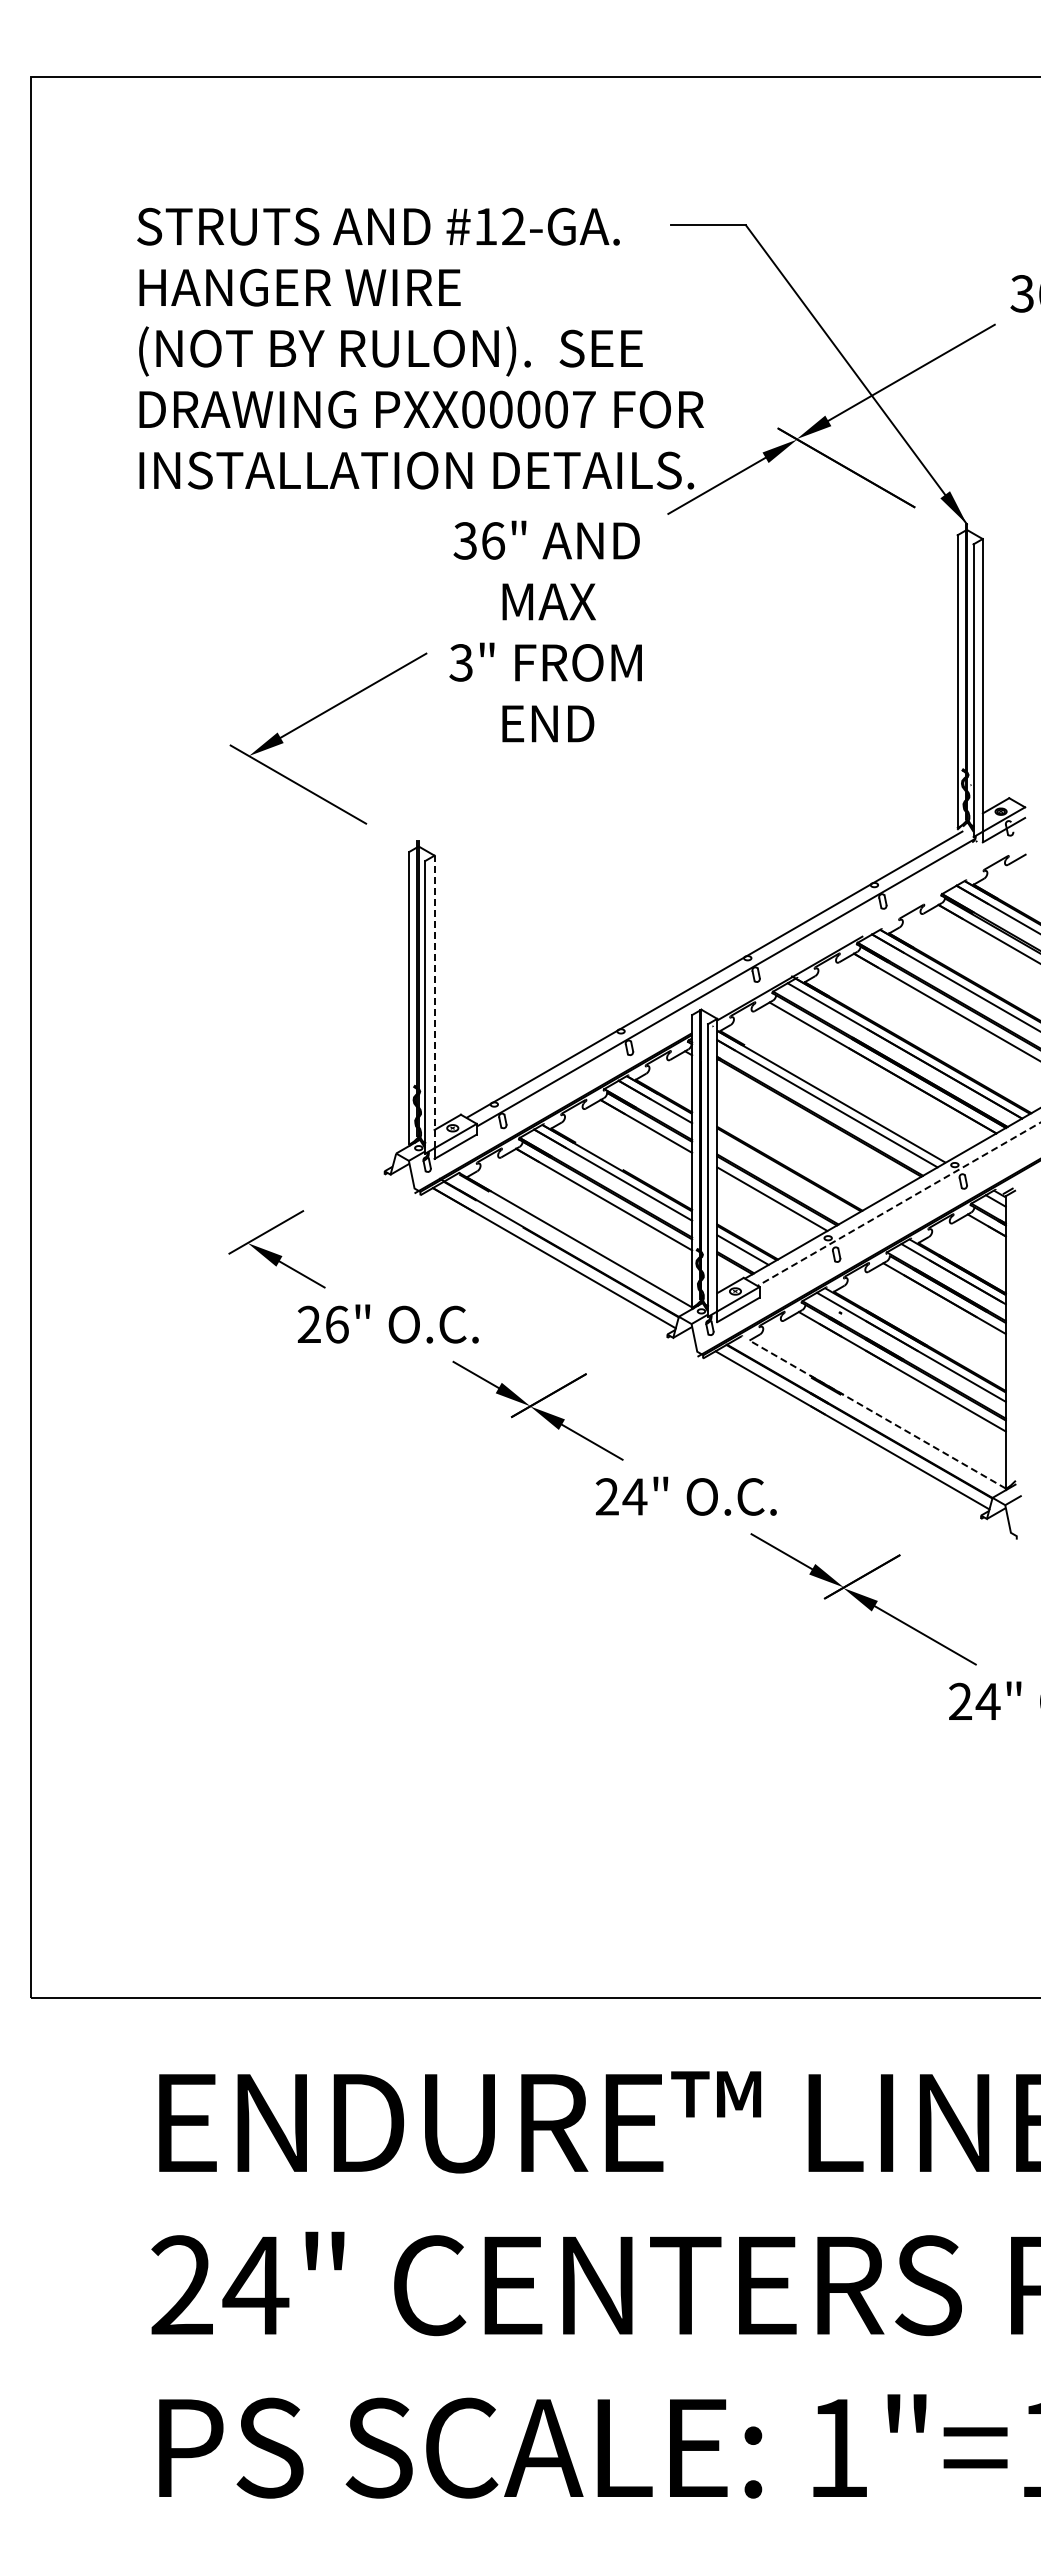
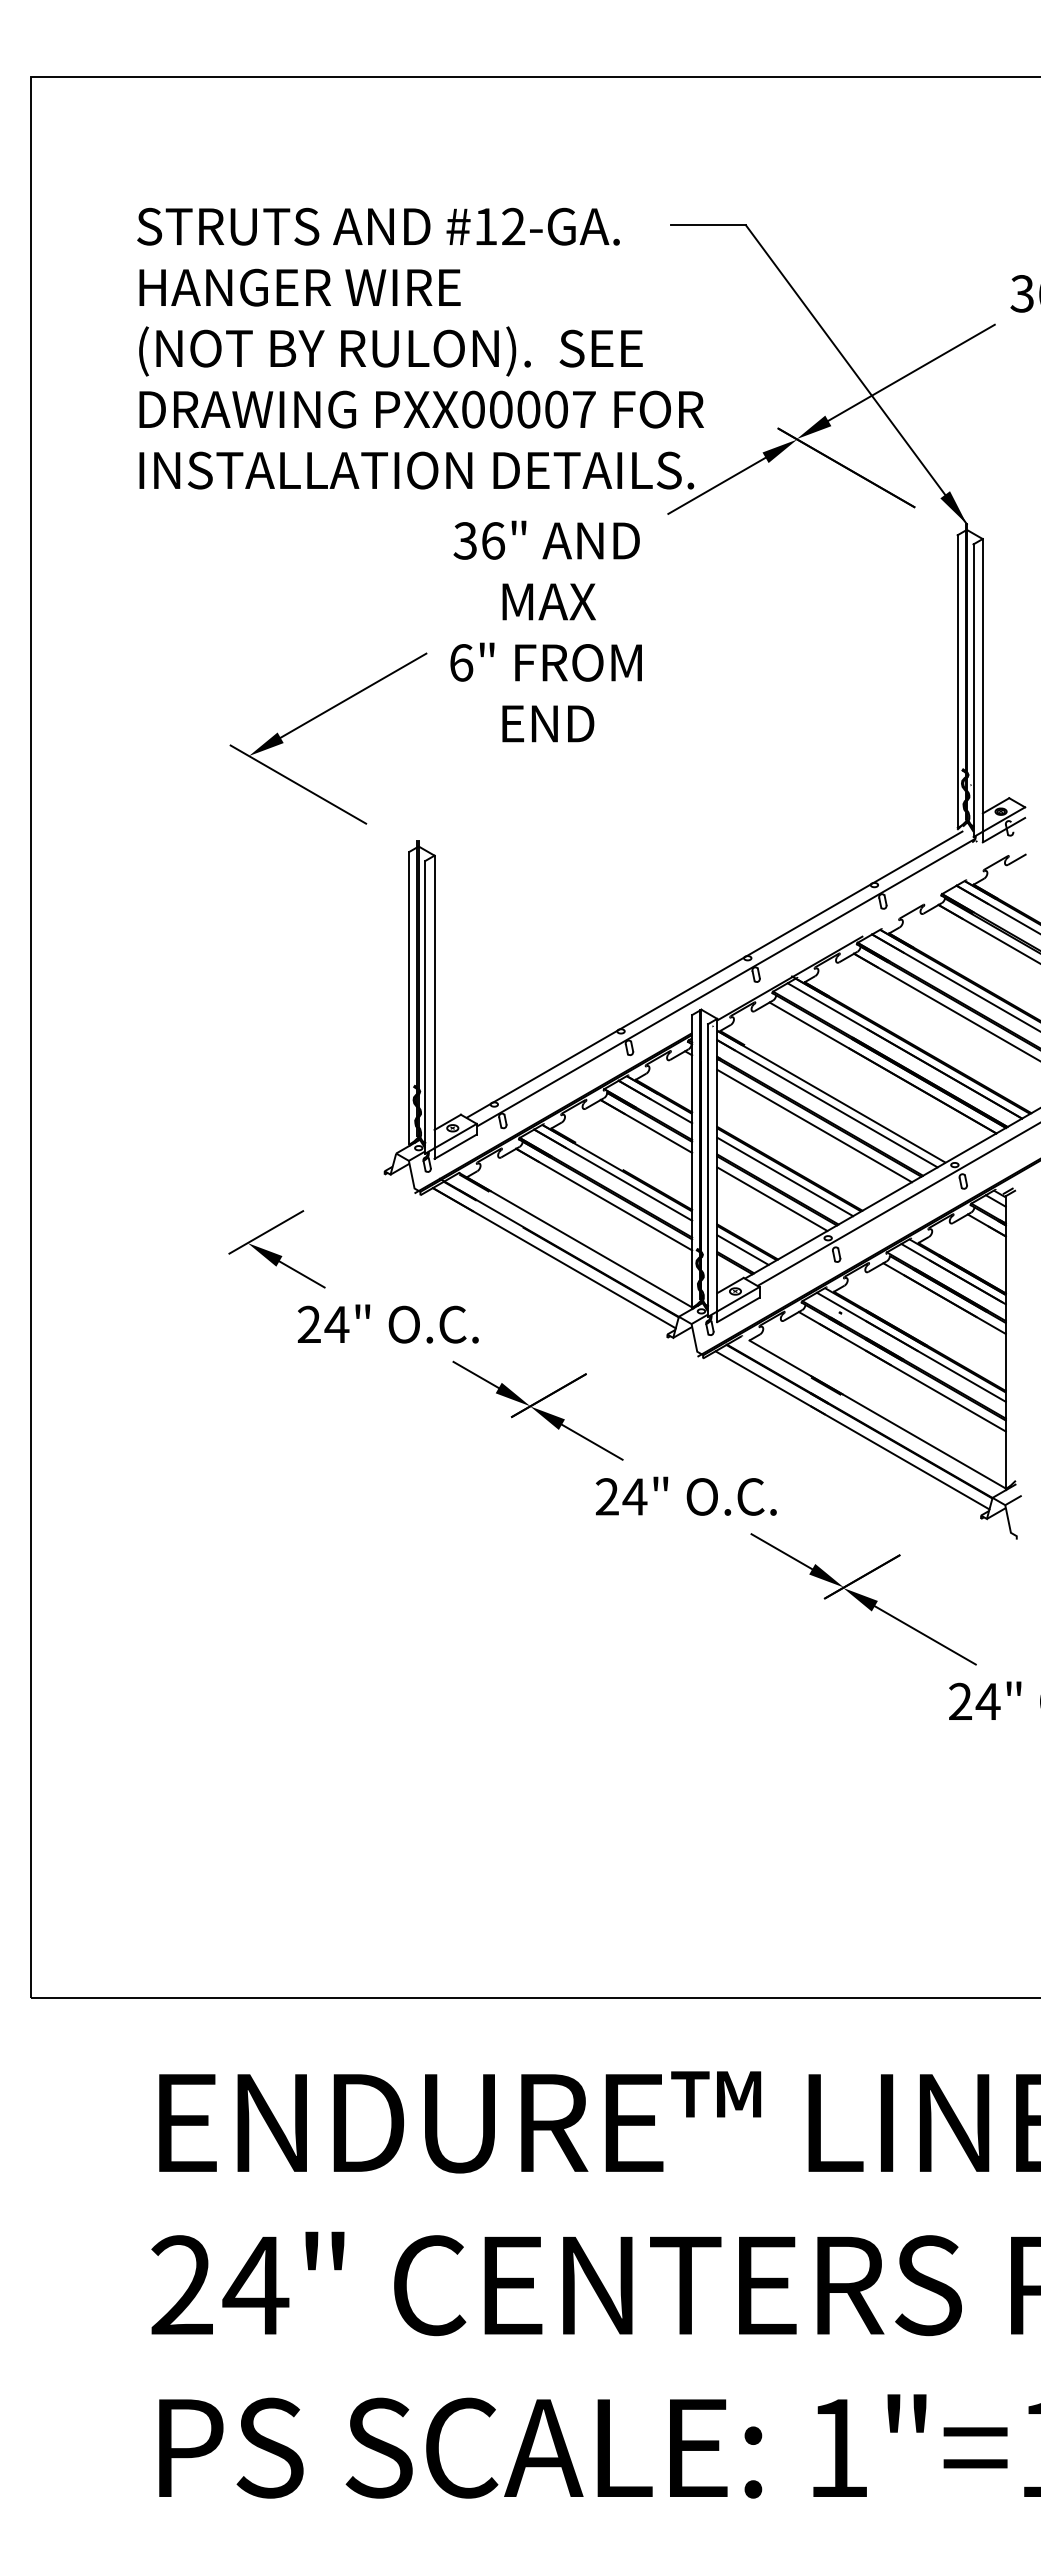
text at (461, 662): 3" -> 6"
line at (434, 1001): dashed -> solid
line at (814, 1125): none -> present
line at (785, 1176): none -> present
line at (898, 1204): dashed -> solid
text at (336, 1324): 26" -> 24"
line at (877, 1414): dashed -> solid
